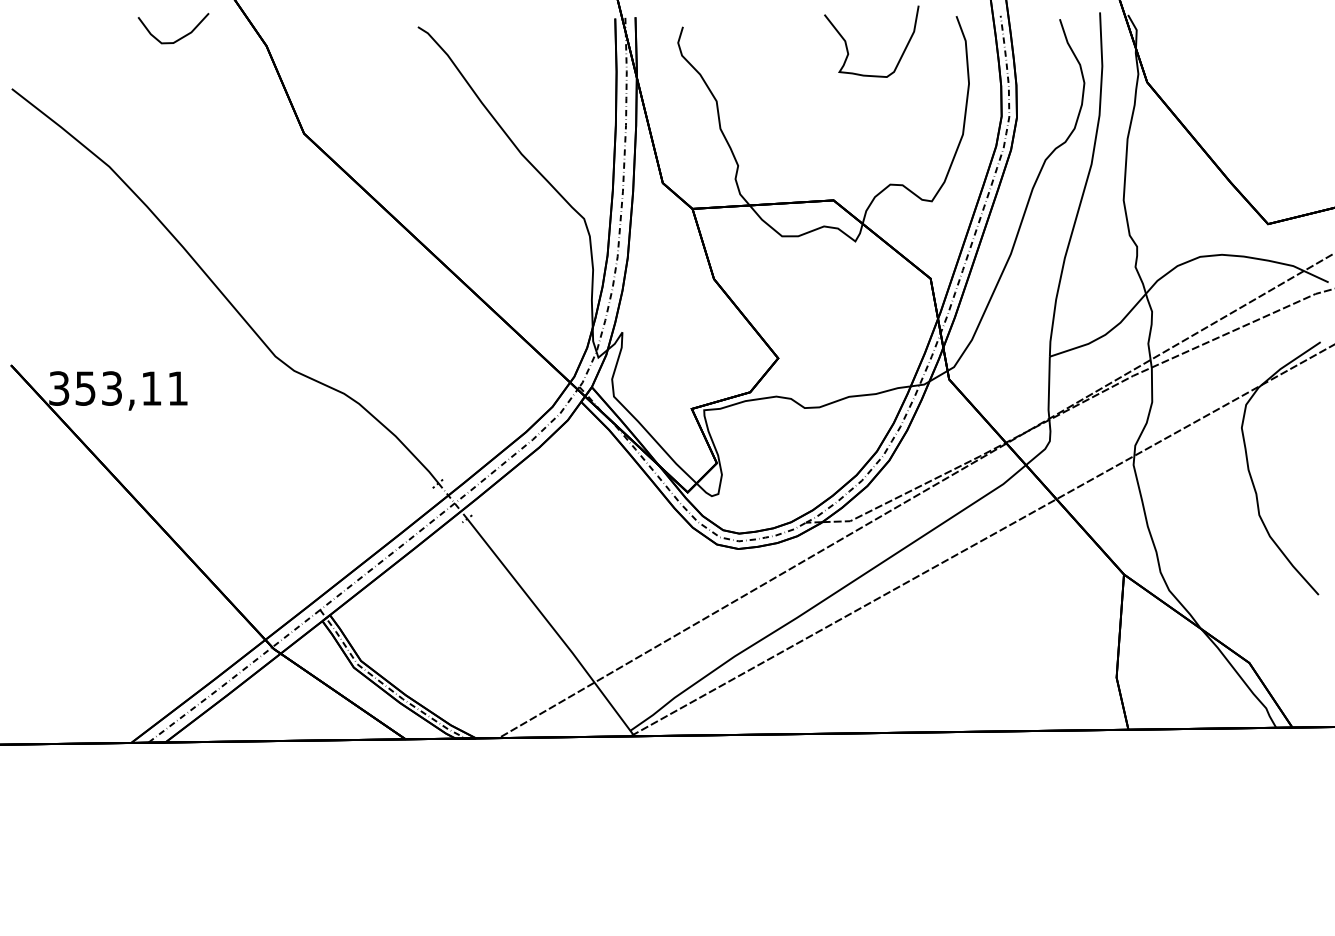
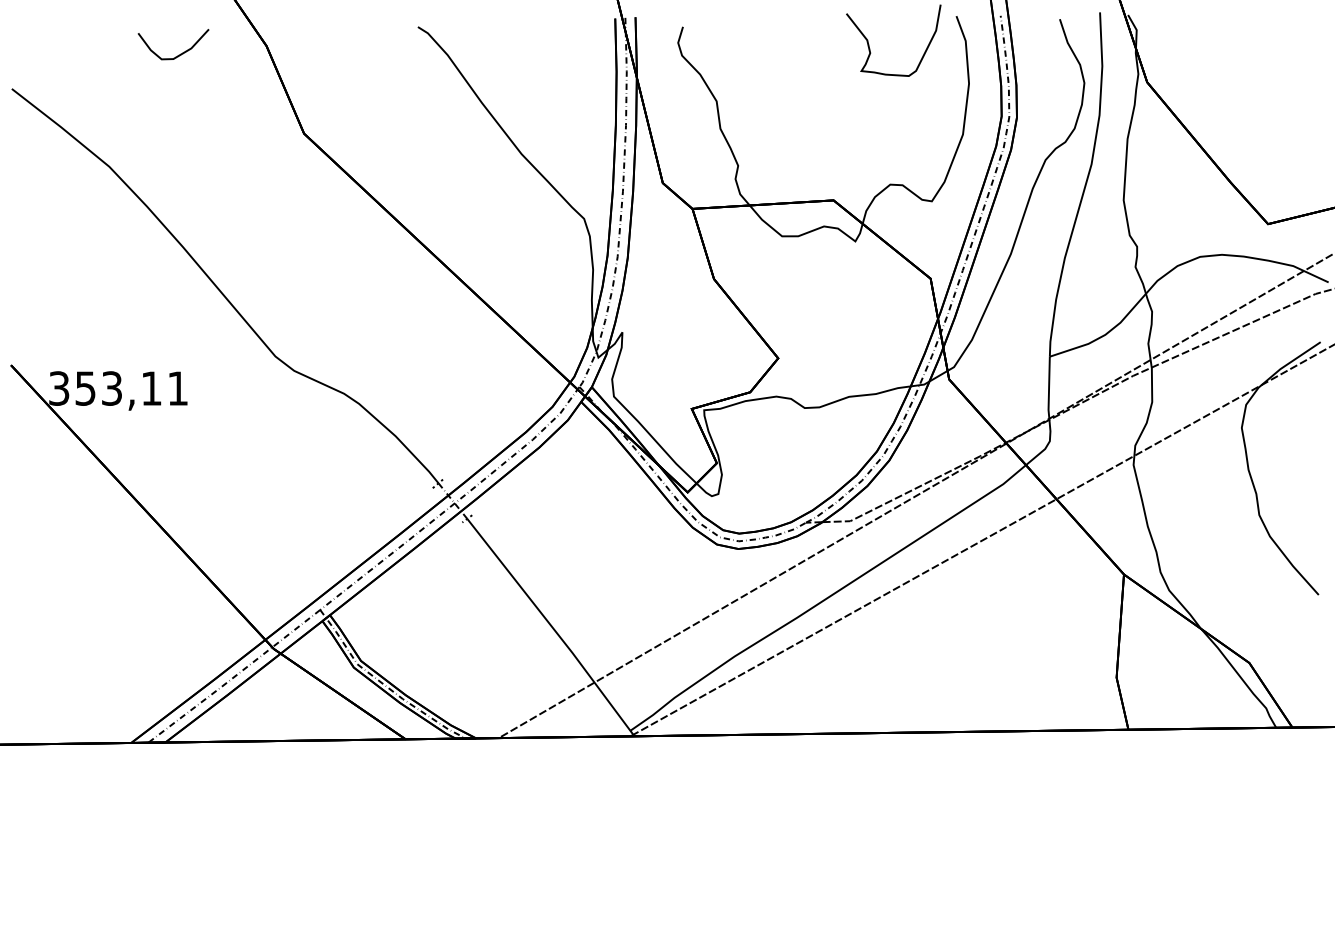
curve at (180, 37) position: (180, 37) -> (180, 53)
curve at (847, 45) position: (847, 45) -> (869, 44)
